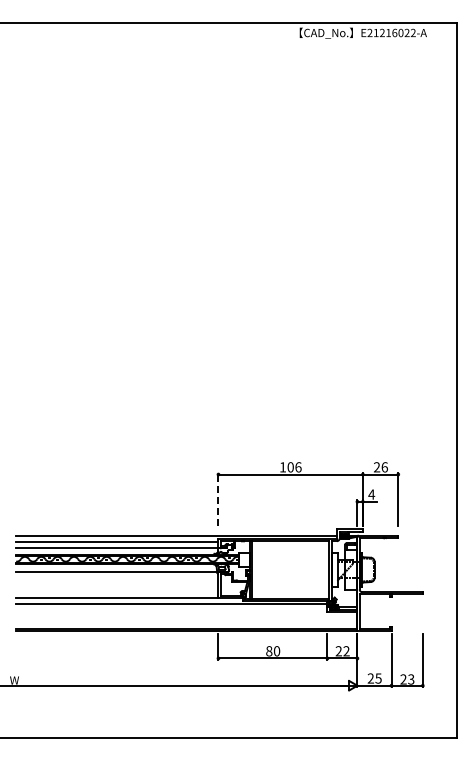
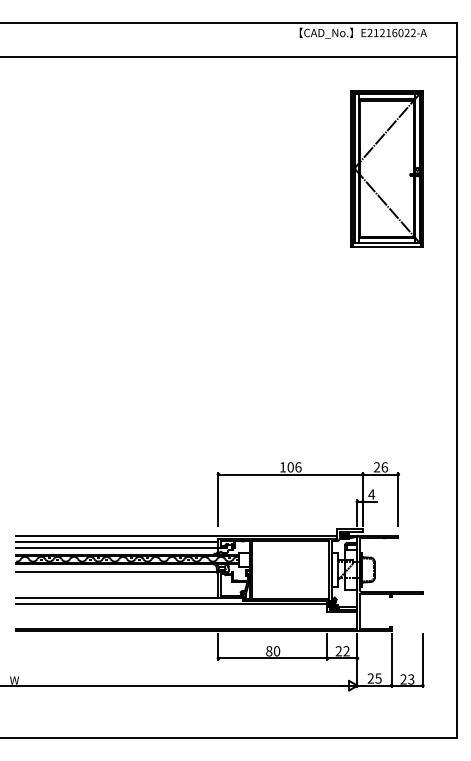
line at (229, 56): none -> present
part at (386, 168): none -> present
line at (218, 499): dashed -> solid
